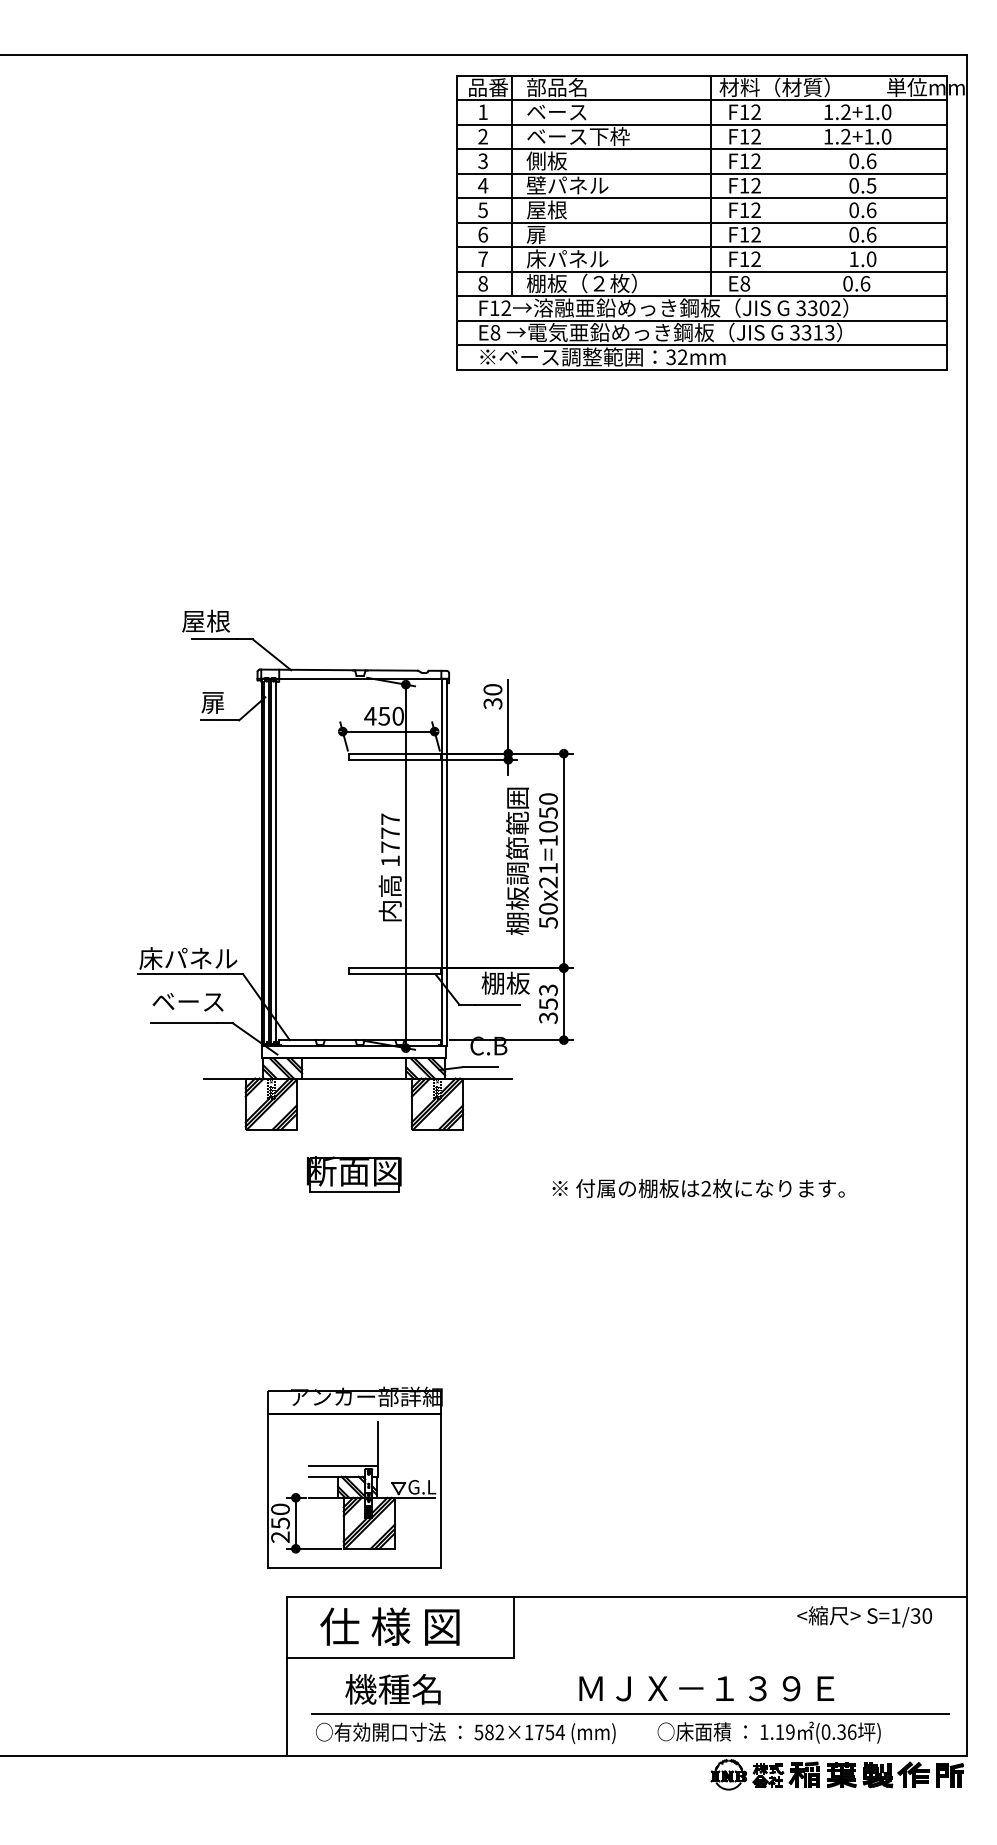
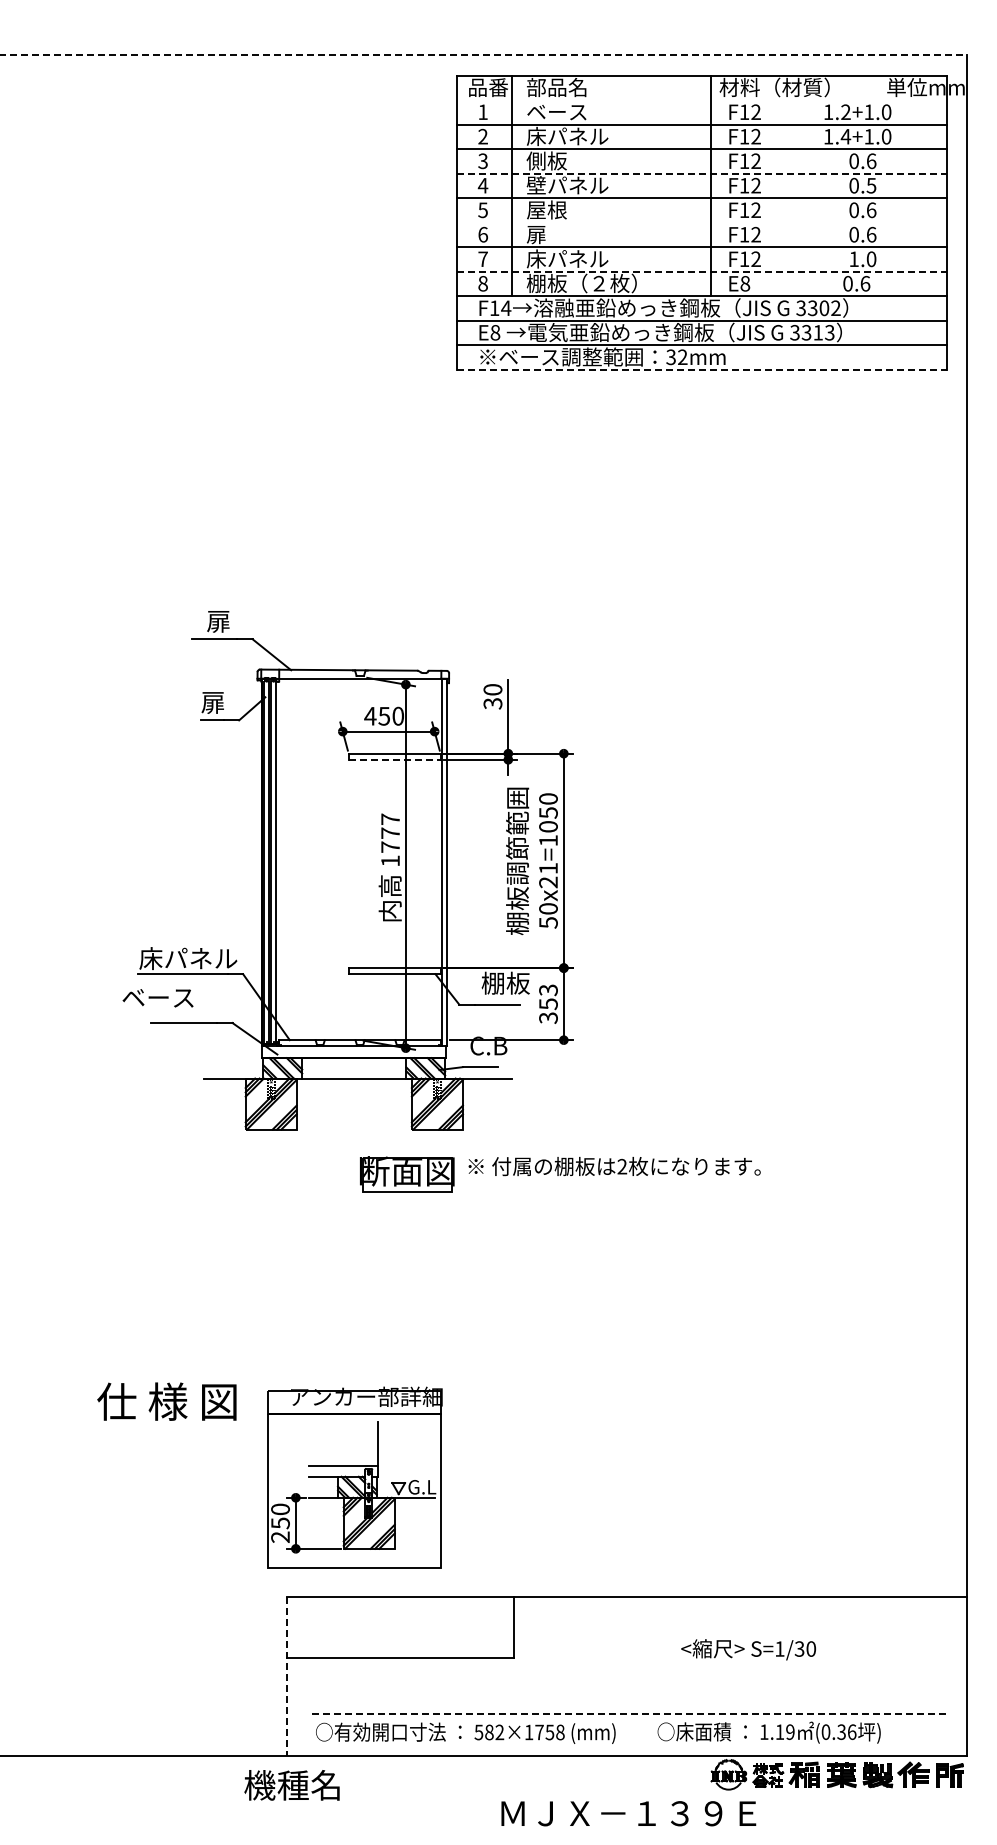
line at (484, 55): solid -> dashed
line at (701, 100): present -> none
text at (578, 136): ベース下枠 -> 床パネル
text at (845, 136): 1.2+1.0 -> 1.4+1.0
line at (702, 173): solid -> dashed
line at (701, 222): present -> none
line at (702, 271): solid -> dashed
text at (506, 307): F12 -> F14
line at (702, 369): solid -> dashed
text at (206, 620): 屋根 -> 扉
line at (394, 759): solid -> dashed
text at (187, 1002) position: (187, 1002) -> (157, 998)
part at (354, 1174) position: (354, 1174) -> (407, 1174)
text at (698, 1188) position: (698, 1188) -> (614, 1166)
text at (864, 1616) position: (864, 1616) -> (748, 1649)
text at (389, 1626) position: (389, 1626) -> (166, 1401)
line at (287, 1676): solid -> dashed
text at (706, 1688) position: (706, 1688) -> (628, 1813)
text at (392, 1689) position: (392, 1689) -> (291, 1785)
line at (630, 1713): solid -> dashed
text at (560, 1732): 582×1754 -> 582×1758
